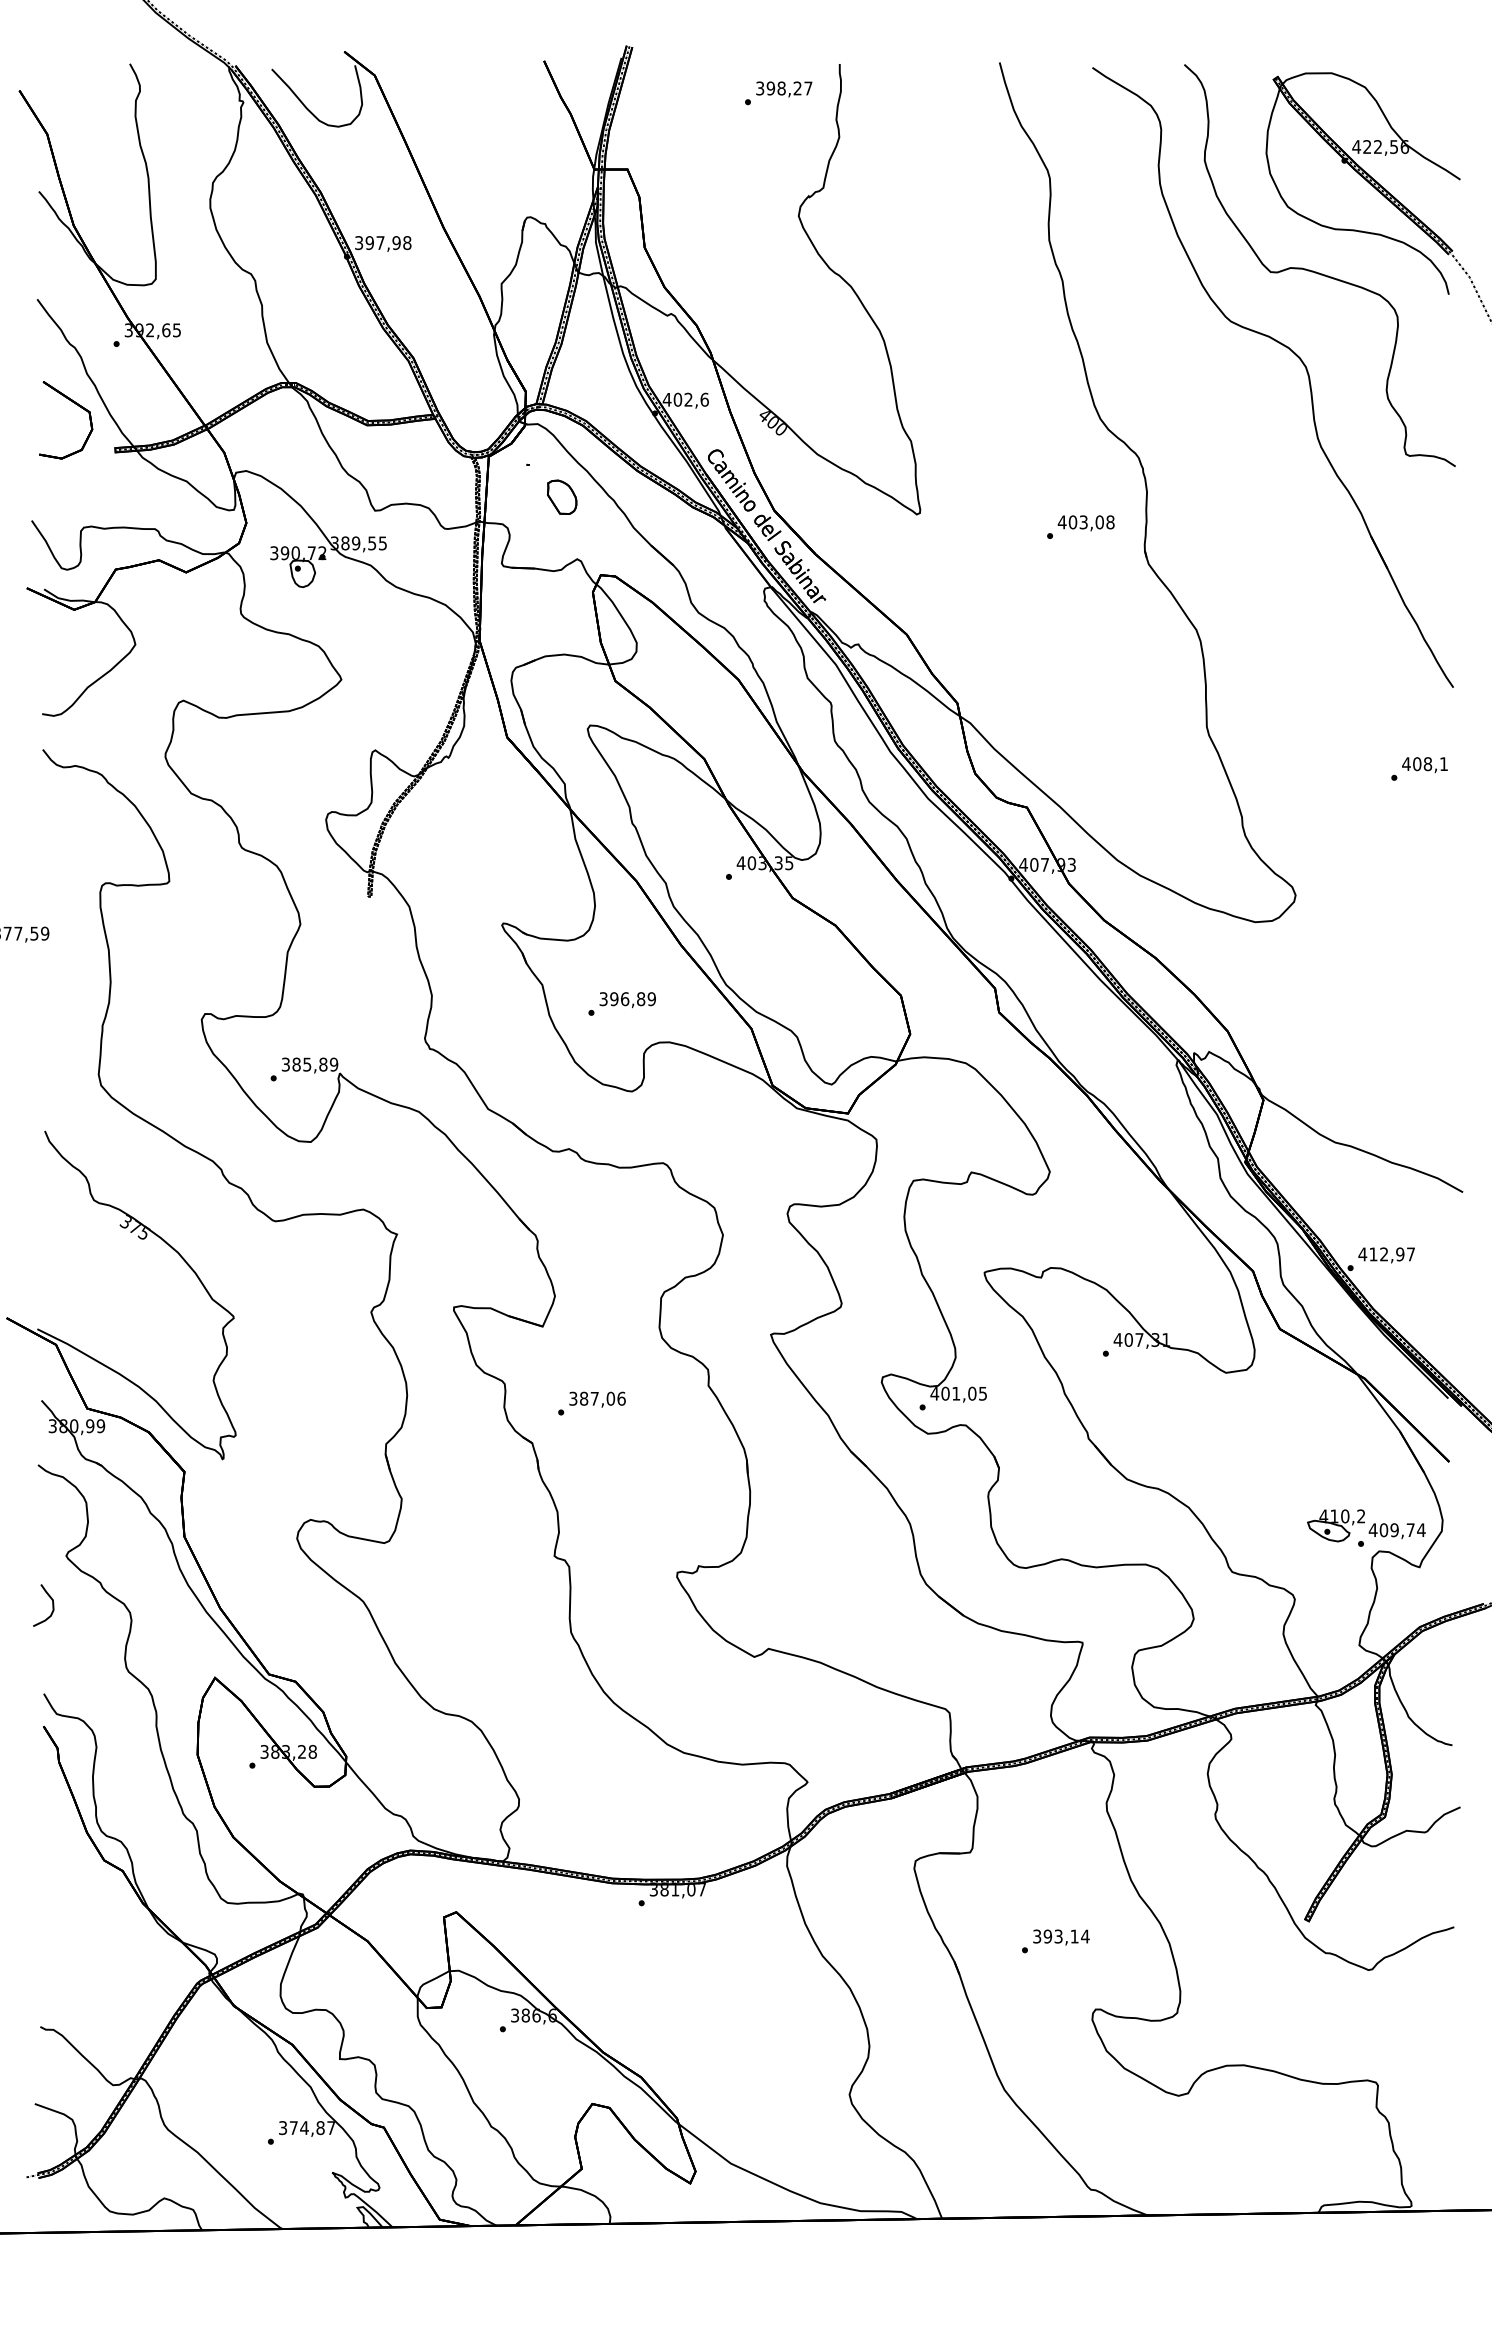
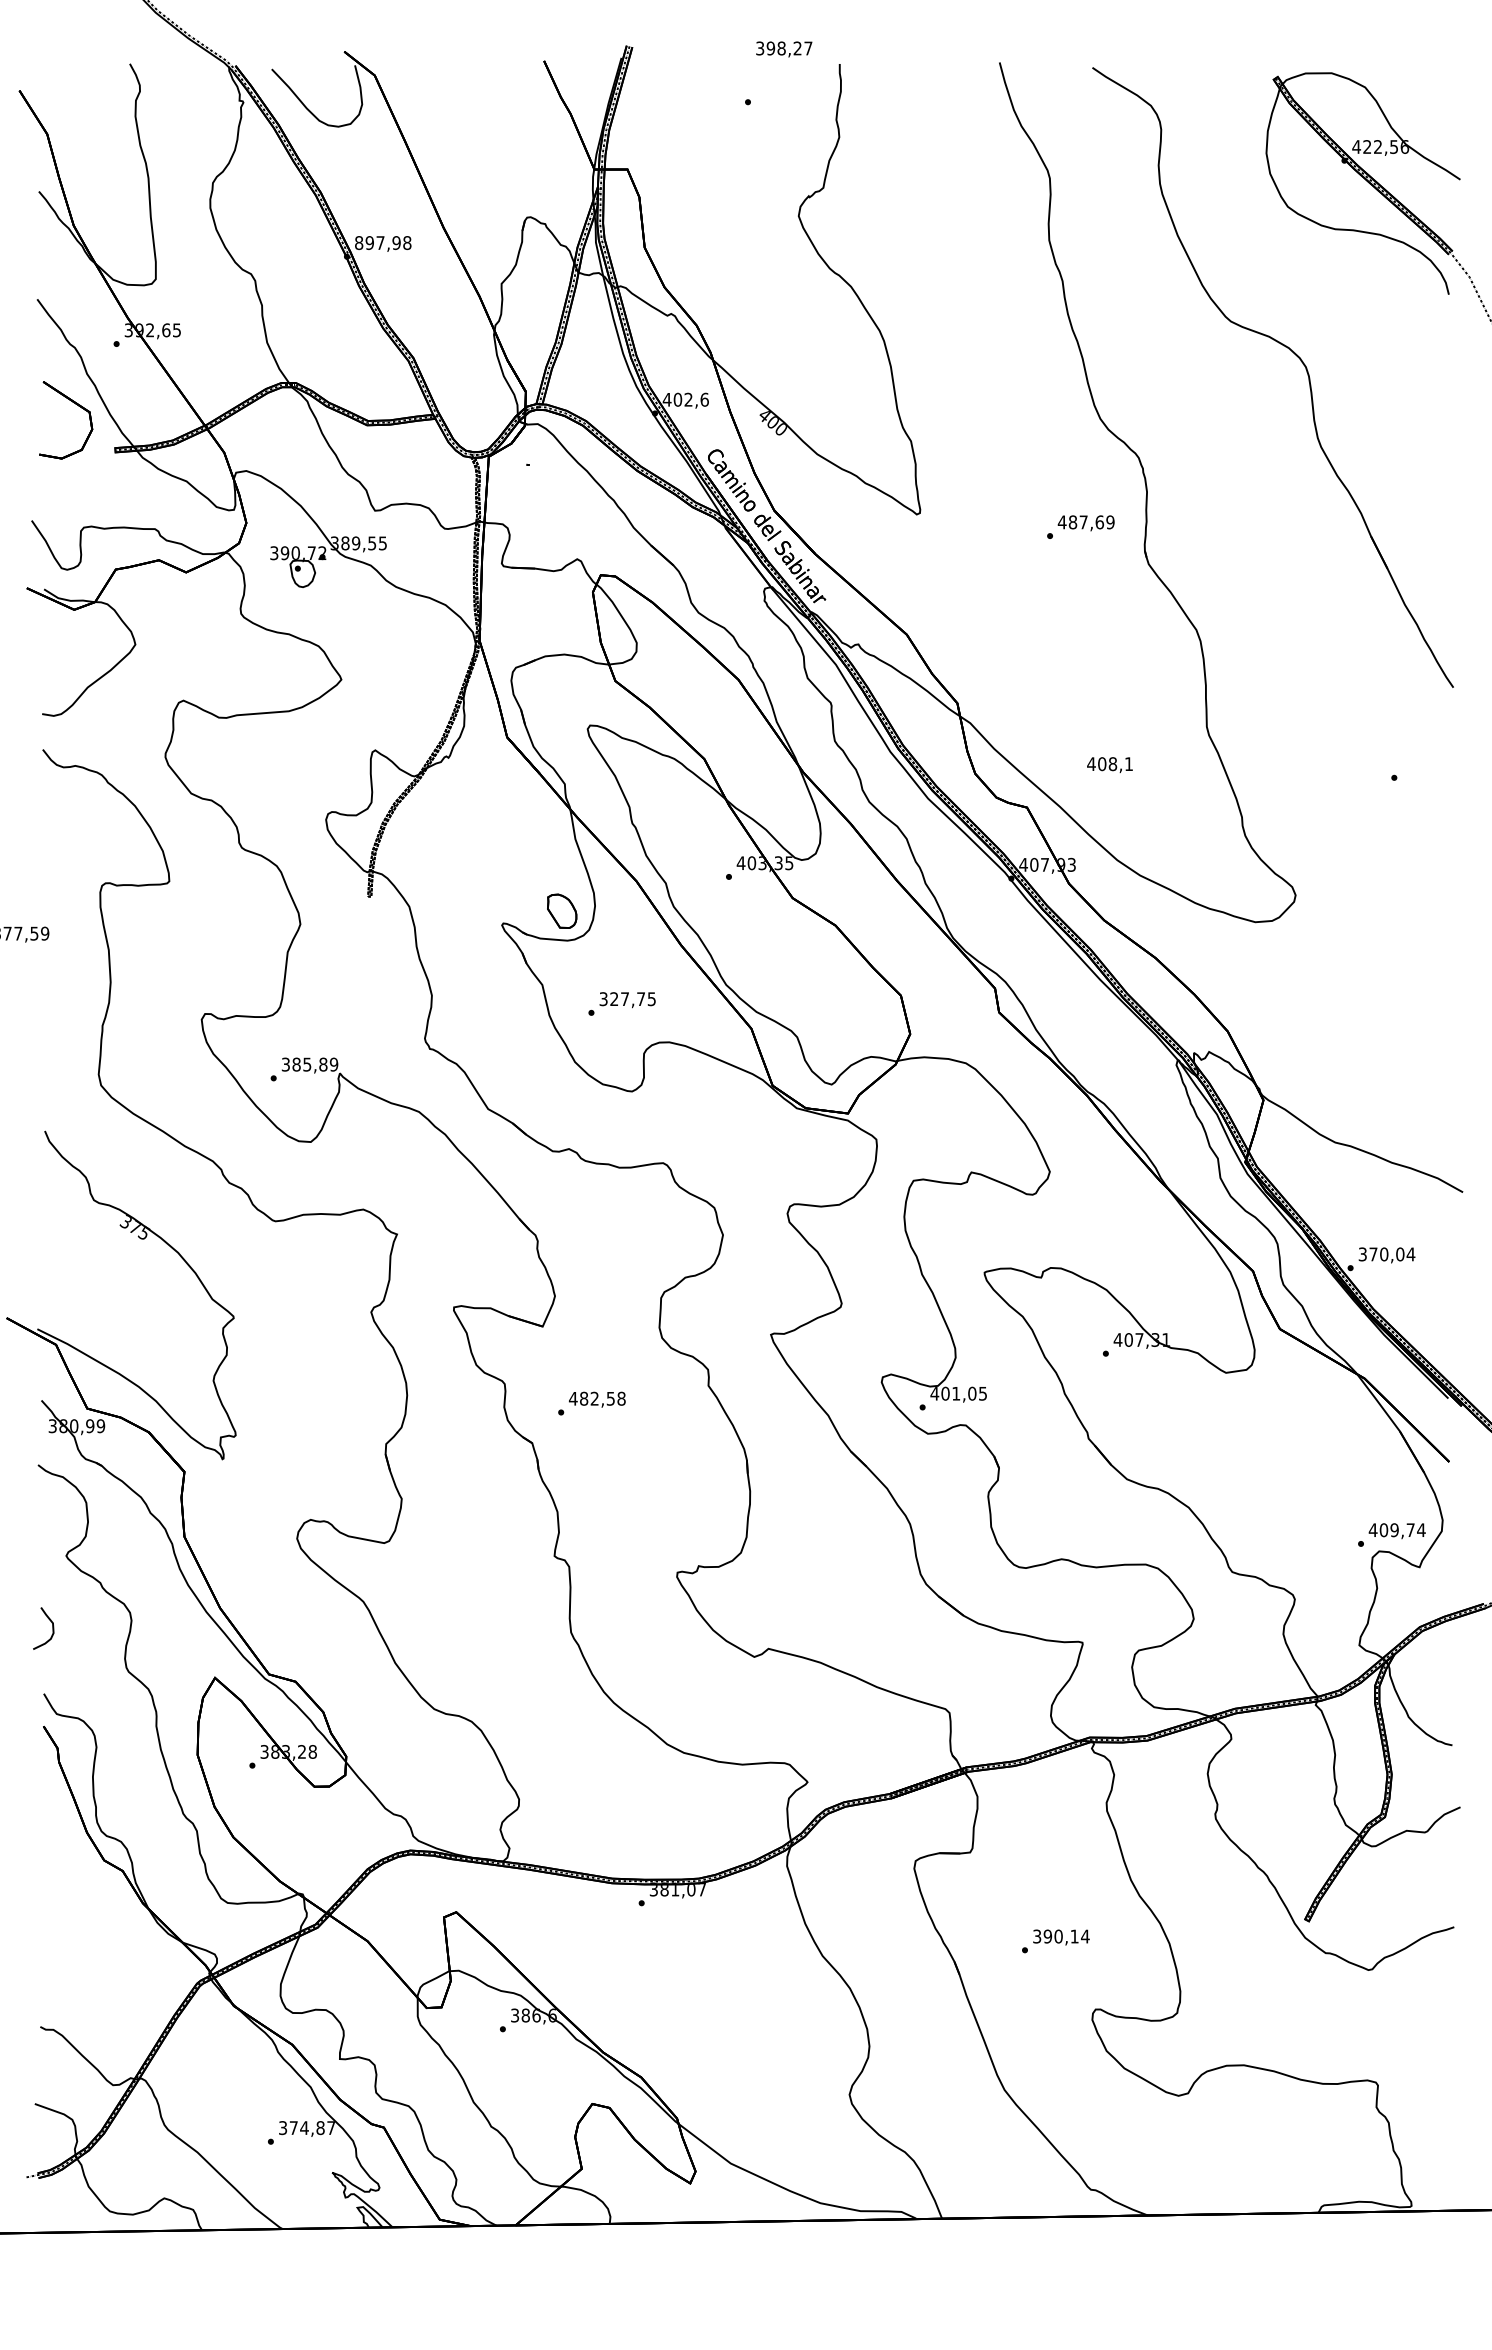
text at (784, 89) position: (784, 89) -> (784, 49)
text at (359, 242): 397,98 -> 897,98
curve at (1316, 271): present -> none
part at (562, 496) position: (562, 496) -> (562, 910)
text at (1091, 522): 403,08 -> 487,69
text at (1424, 764) position: (1424, 764) -> (1109, 764)
text at (632, 999): 396,89 -> 327,75
text at (1386, 1254): 412,97 -> 370,04
text at (596, 1398): 387,06 -> 482,58
part at (1335, 1525): present -> none
curve at (52, 1605) position: (52, 1605) -> (52, 1628)
text at (1058, 1936): 393,14 -> 390,14
